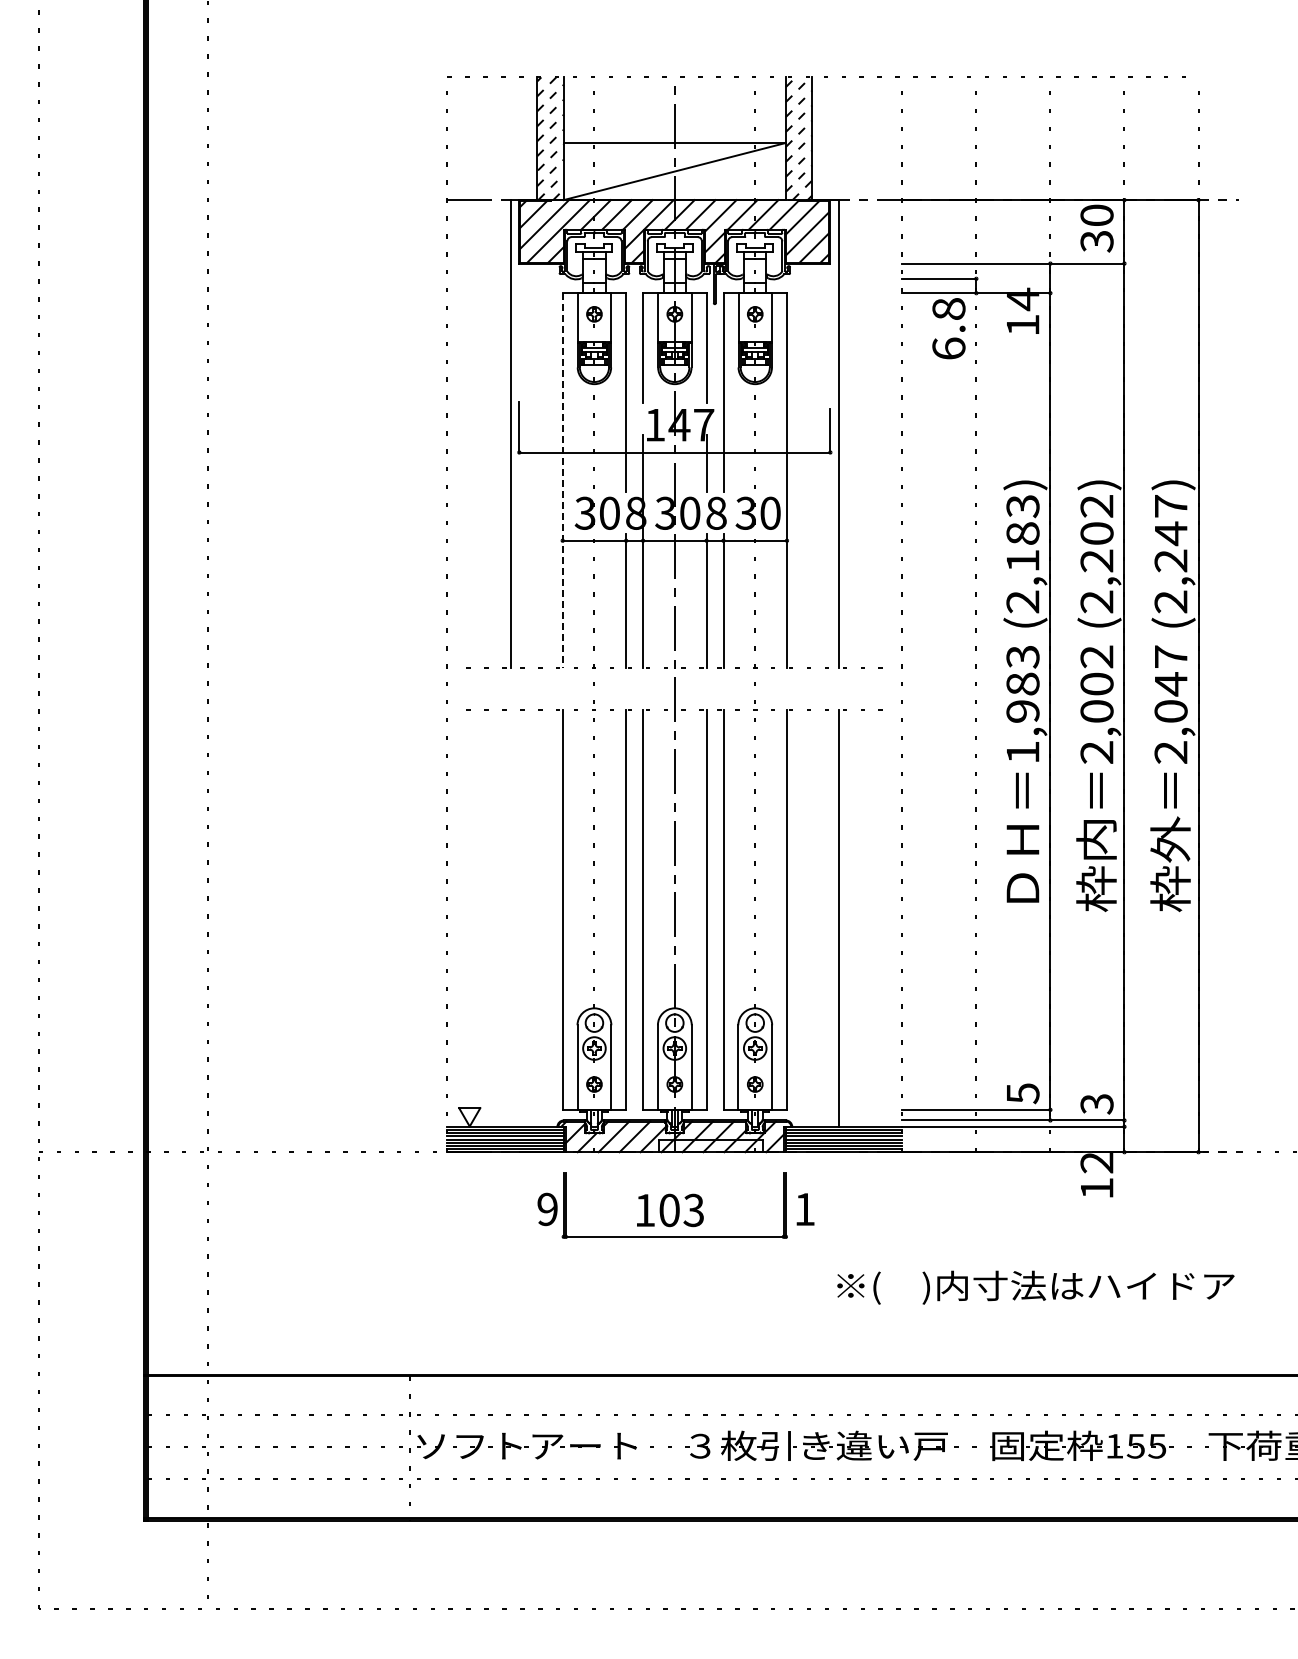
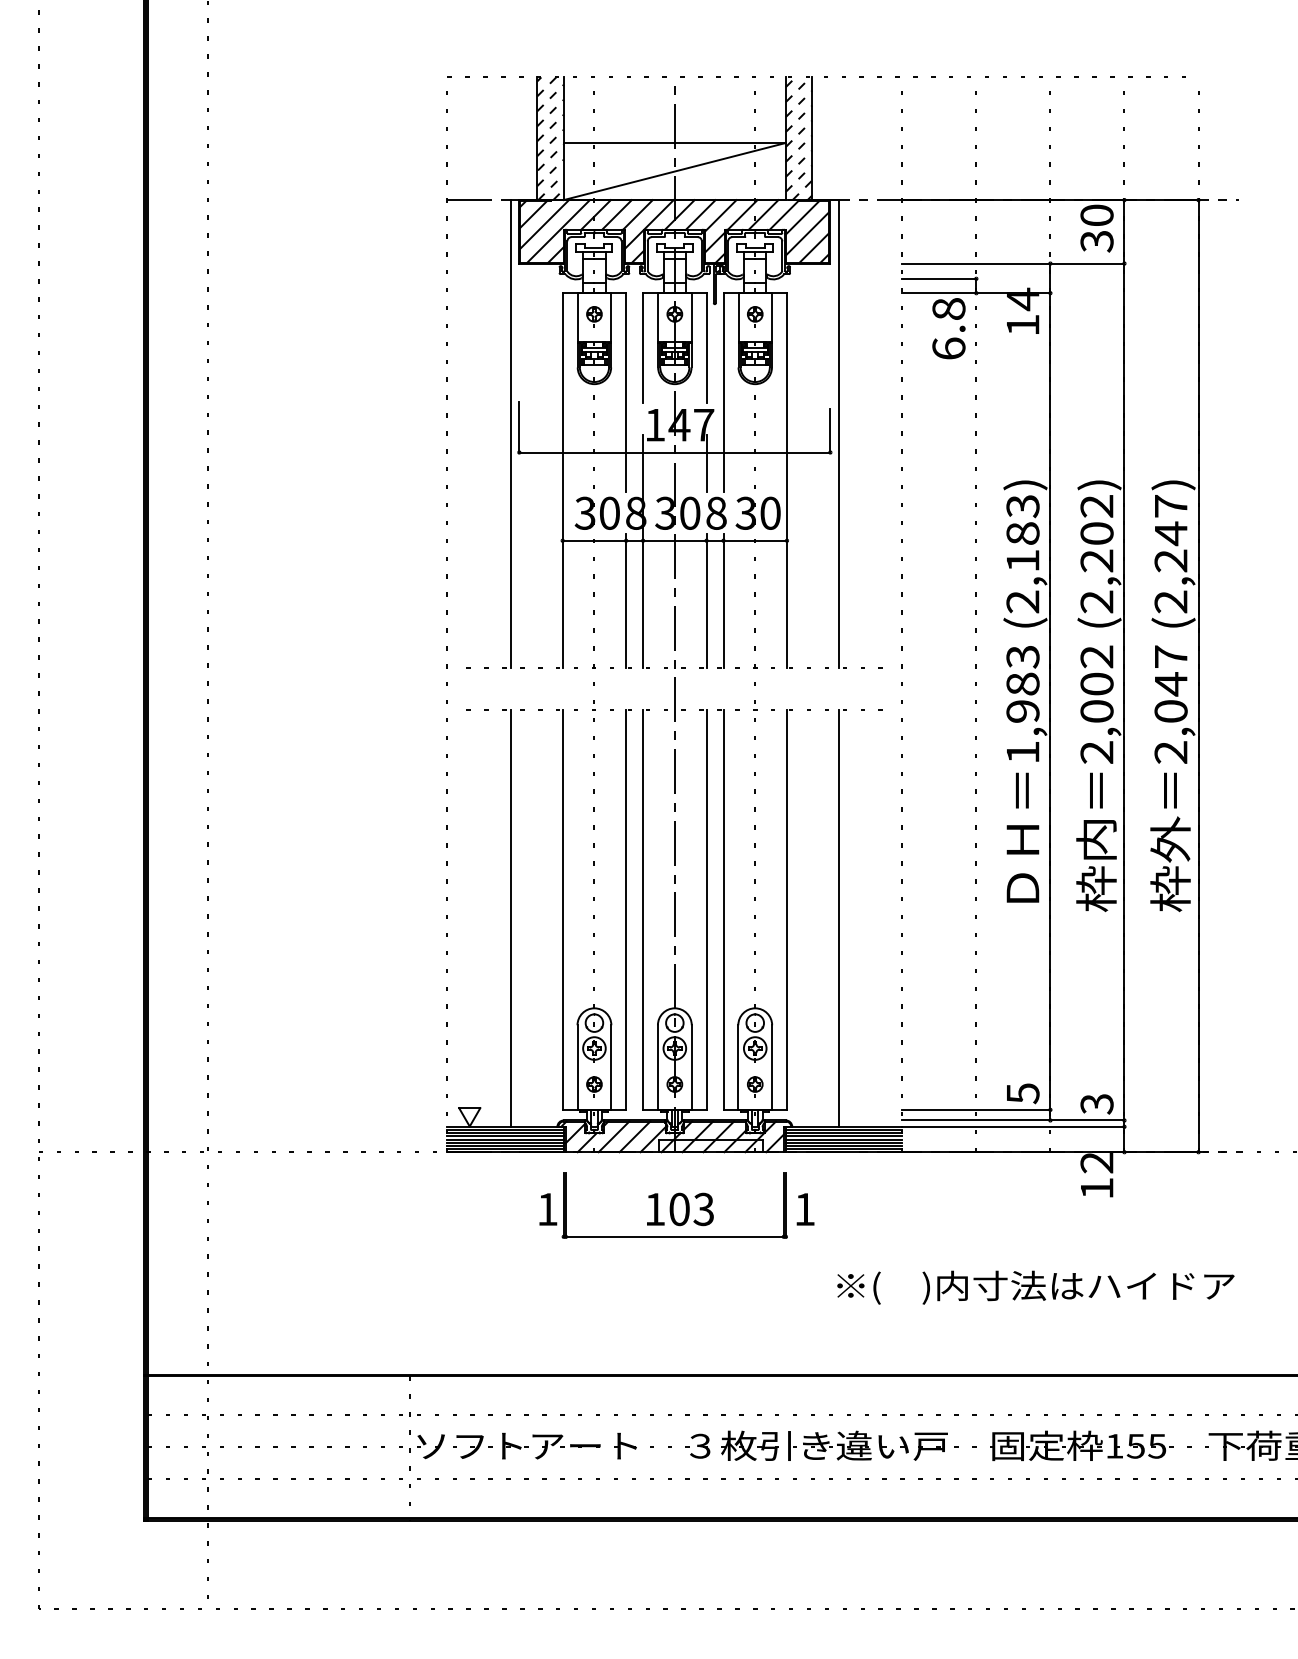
line at (562, 480): dashed -> solid
line at (510, 918): none -> present
text at (547, 1209): 9 -> 1
text at (670, 1210) position: (670, 1210) -> (680, 1209)
